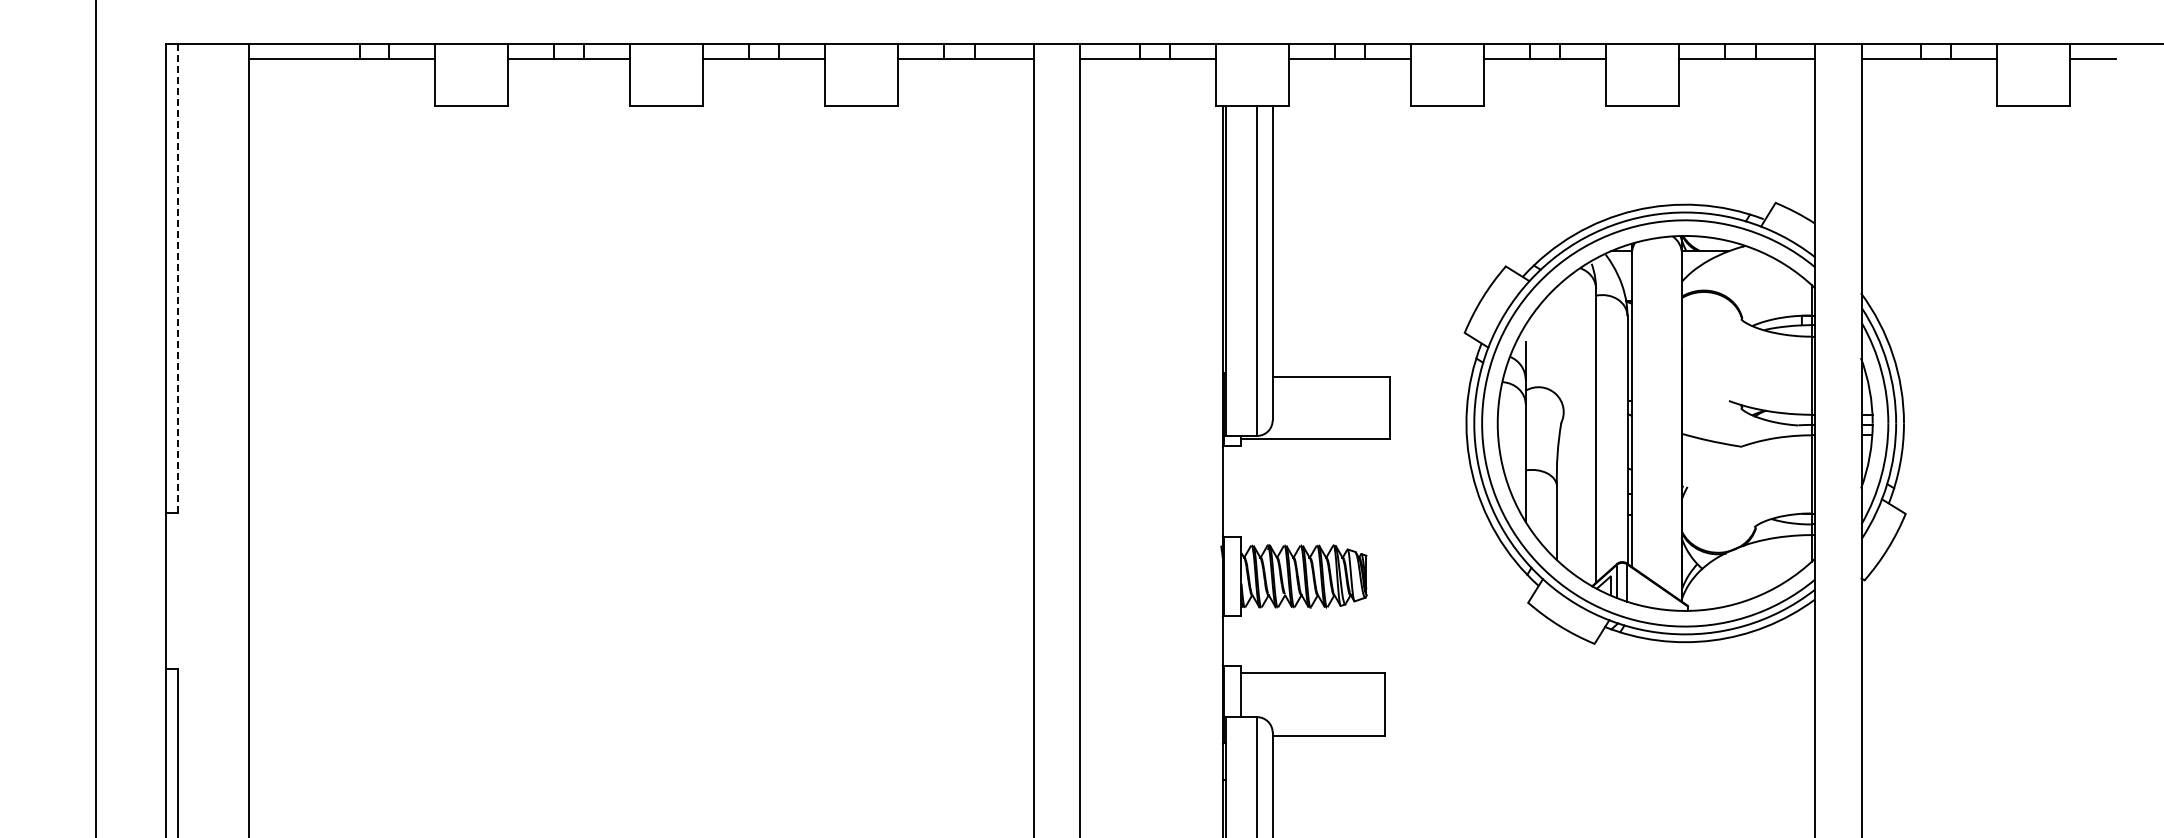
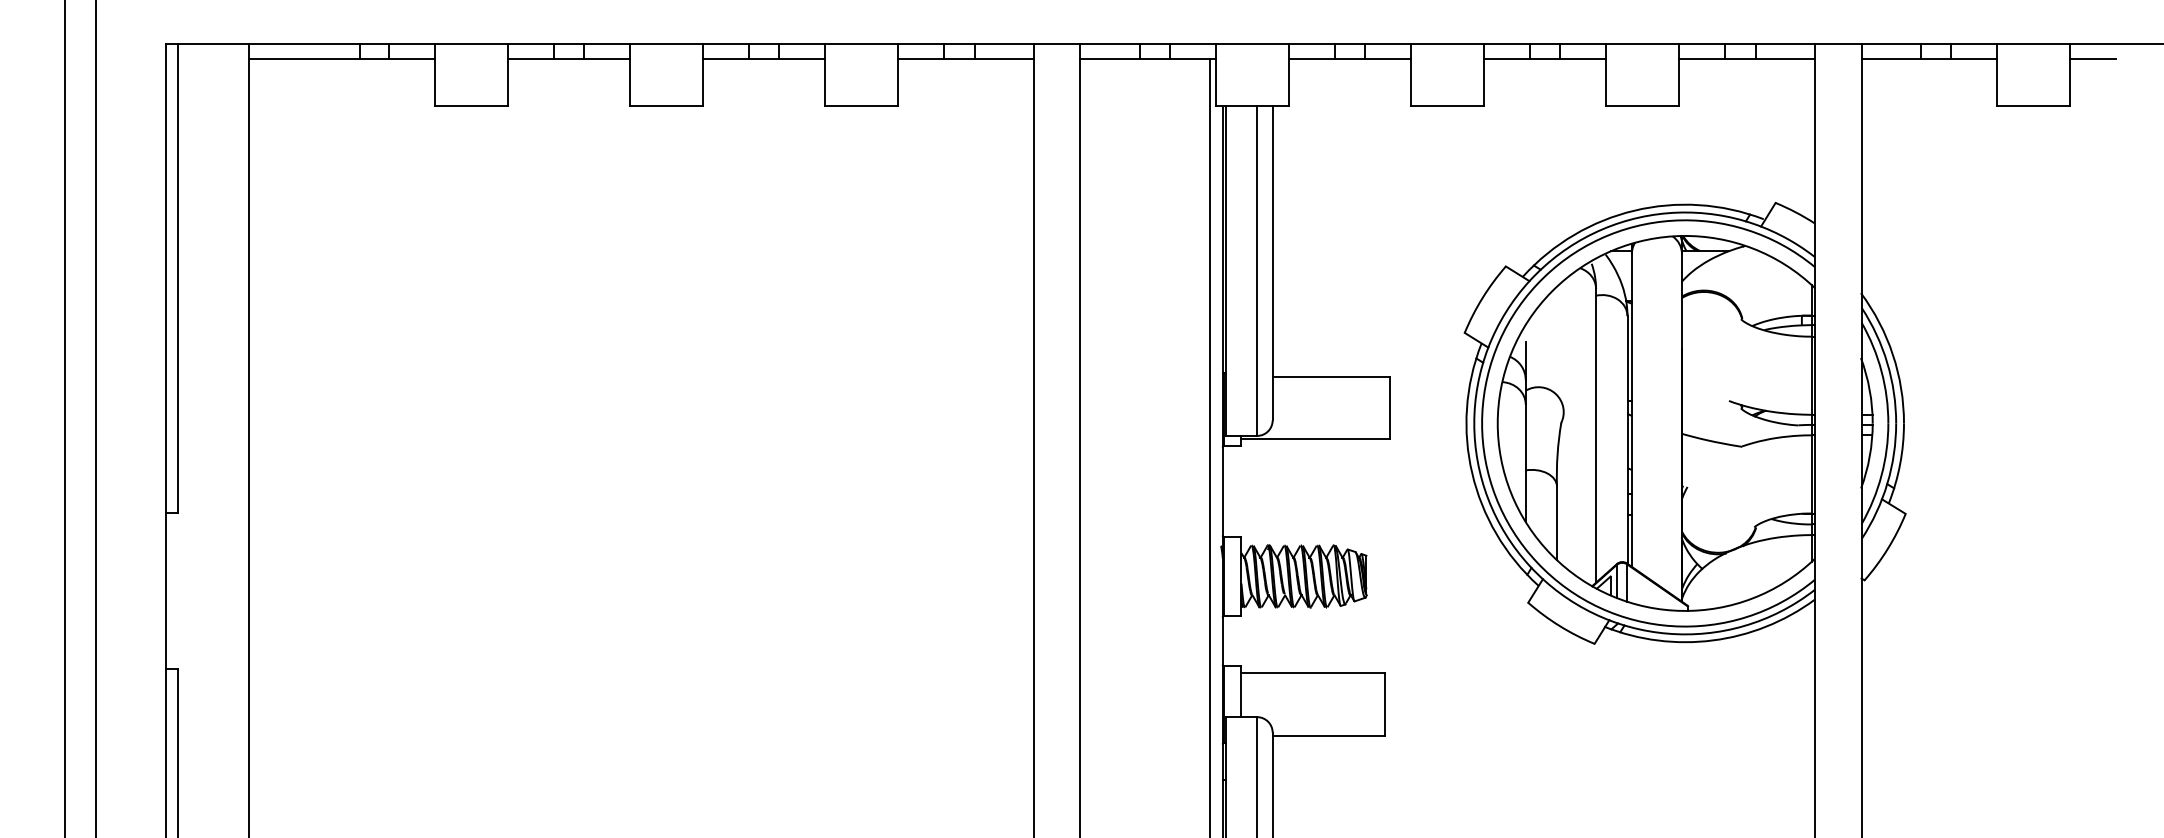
line at (178, 278): dashed -> solid
line at (64, 418): none -> present
line at (1210, 446): none -> present
